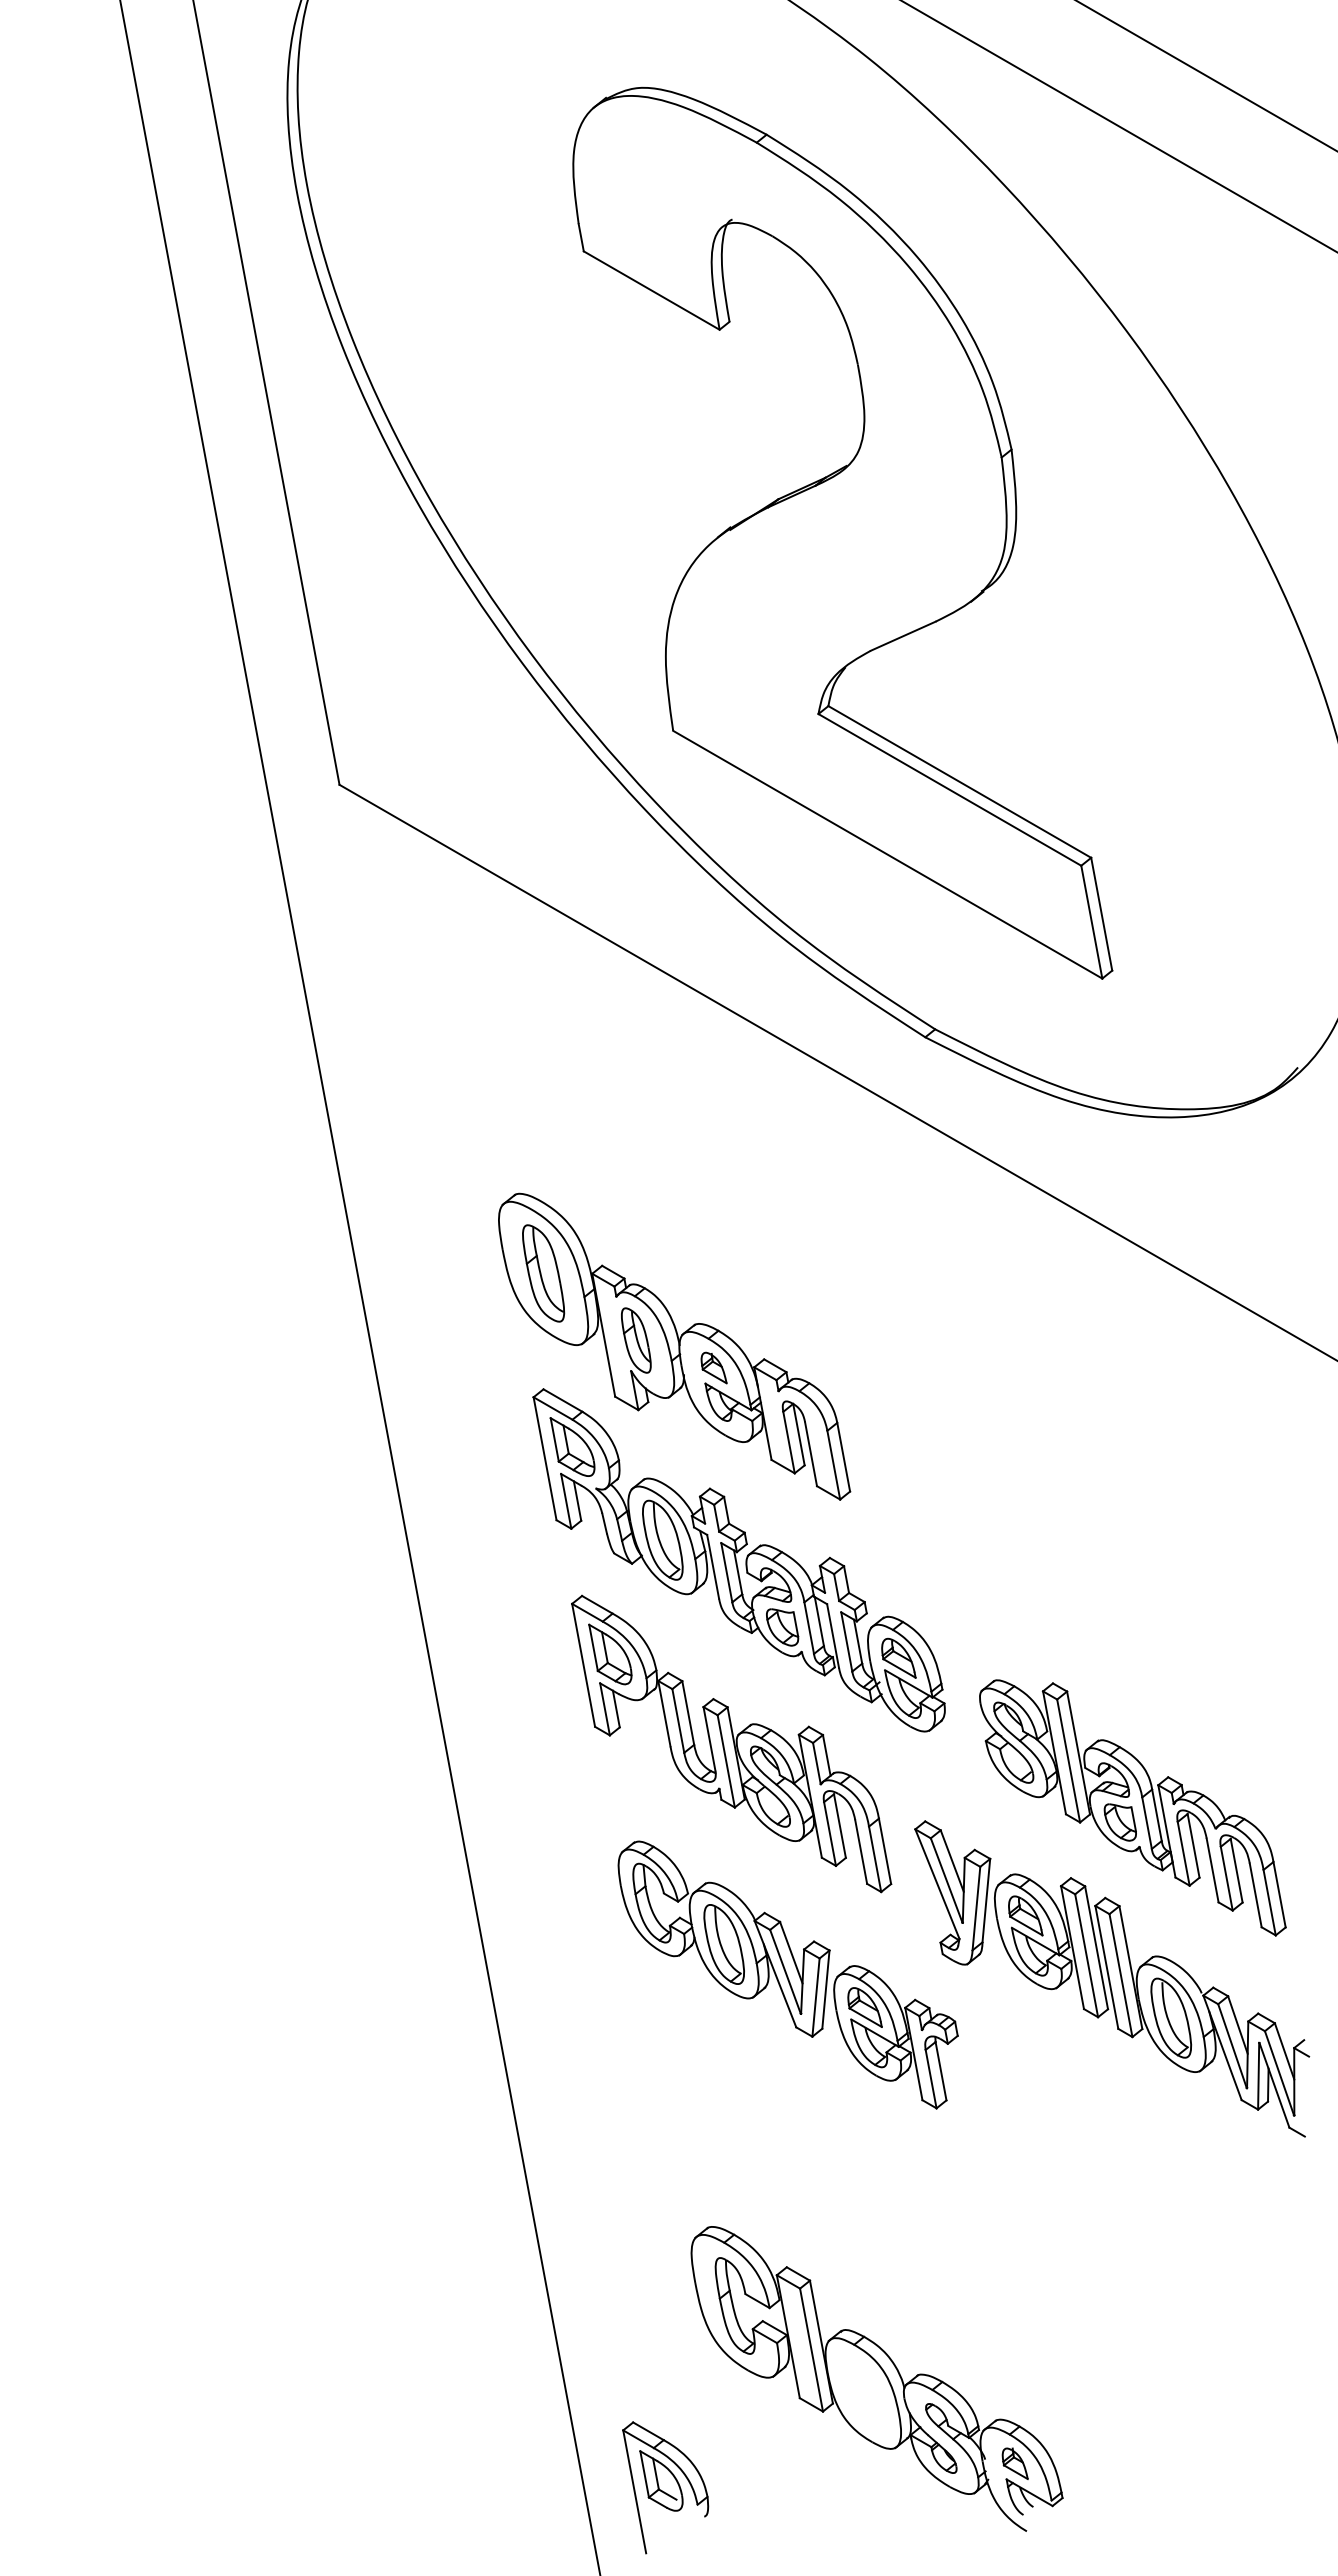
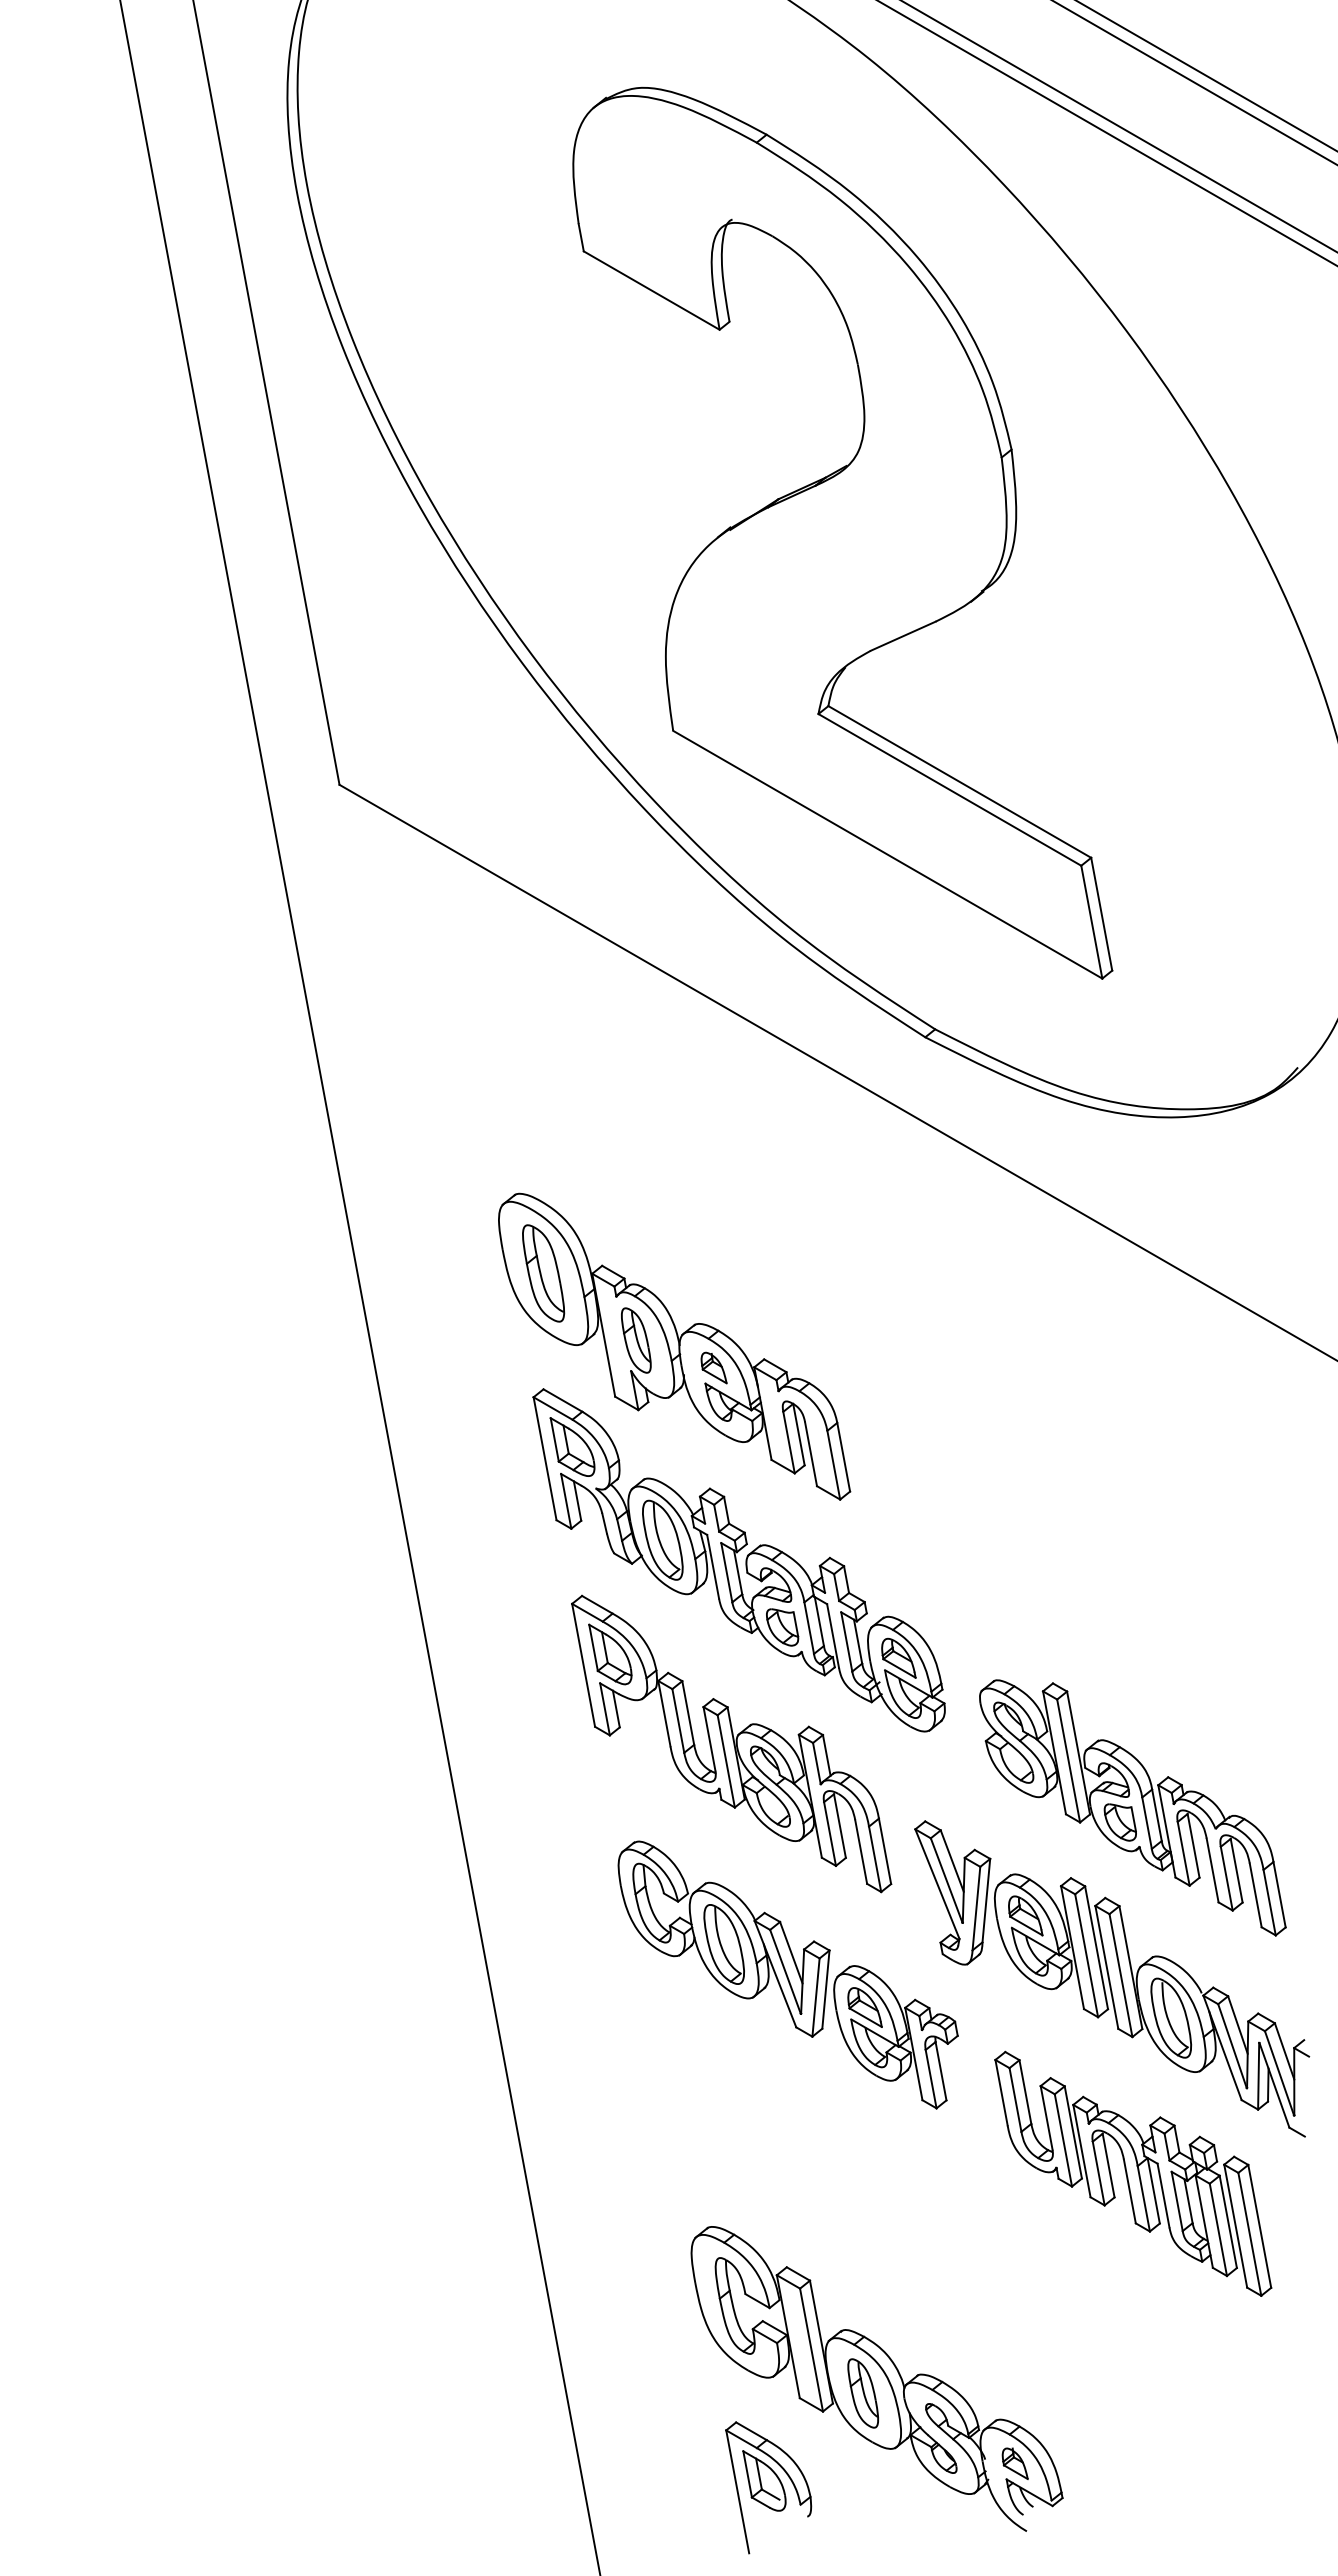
line at (1194, 82): none -> present
line at (1107, 133): none -> present
part at (1133, 2173): none -> present
part at (862, 2393): none -> present
part at (665, 2487) position: (665, 2487) -> (768, 2487)
